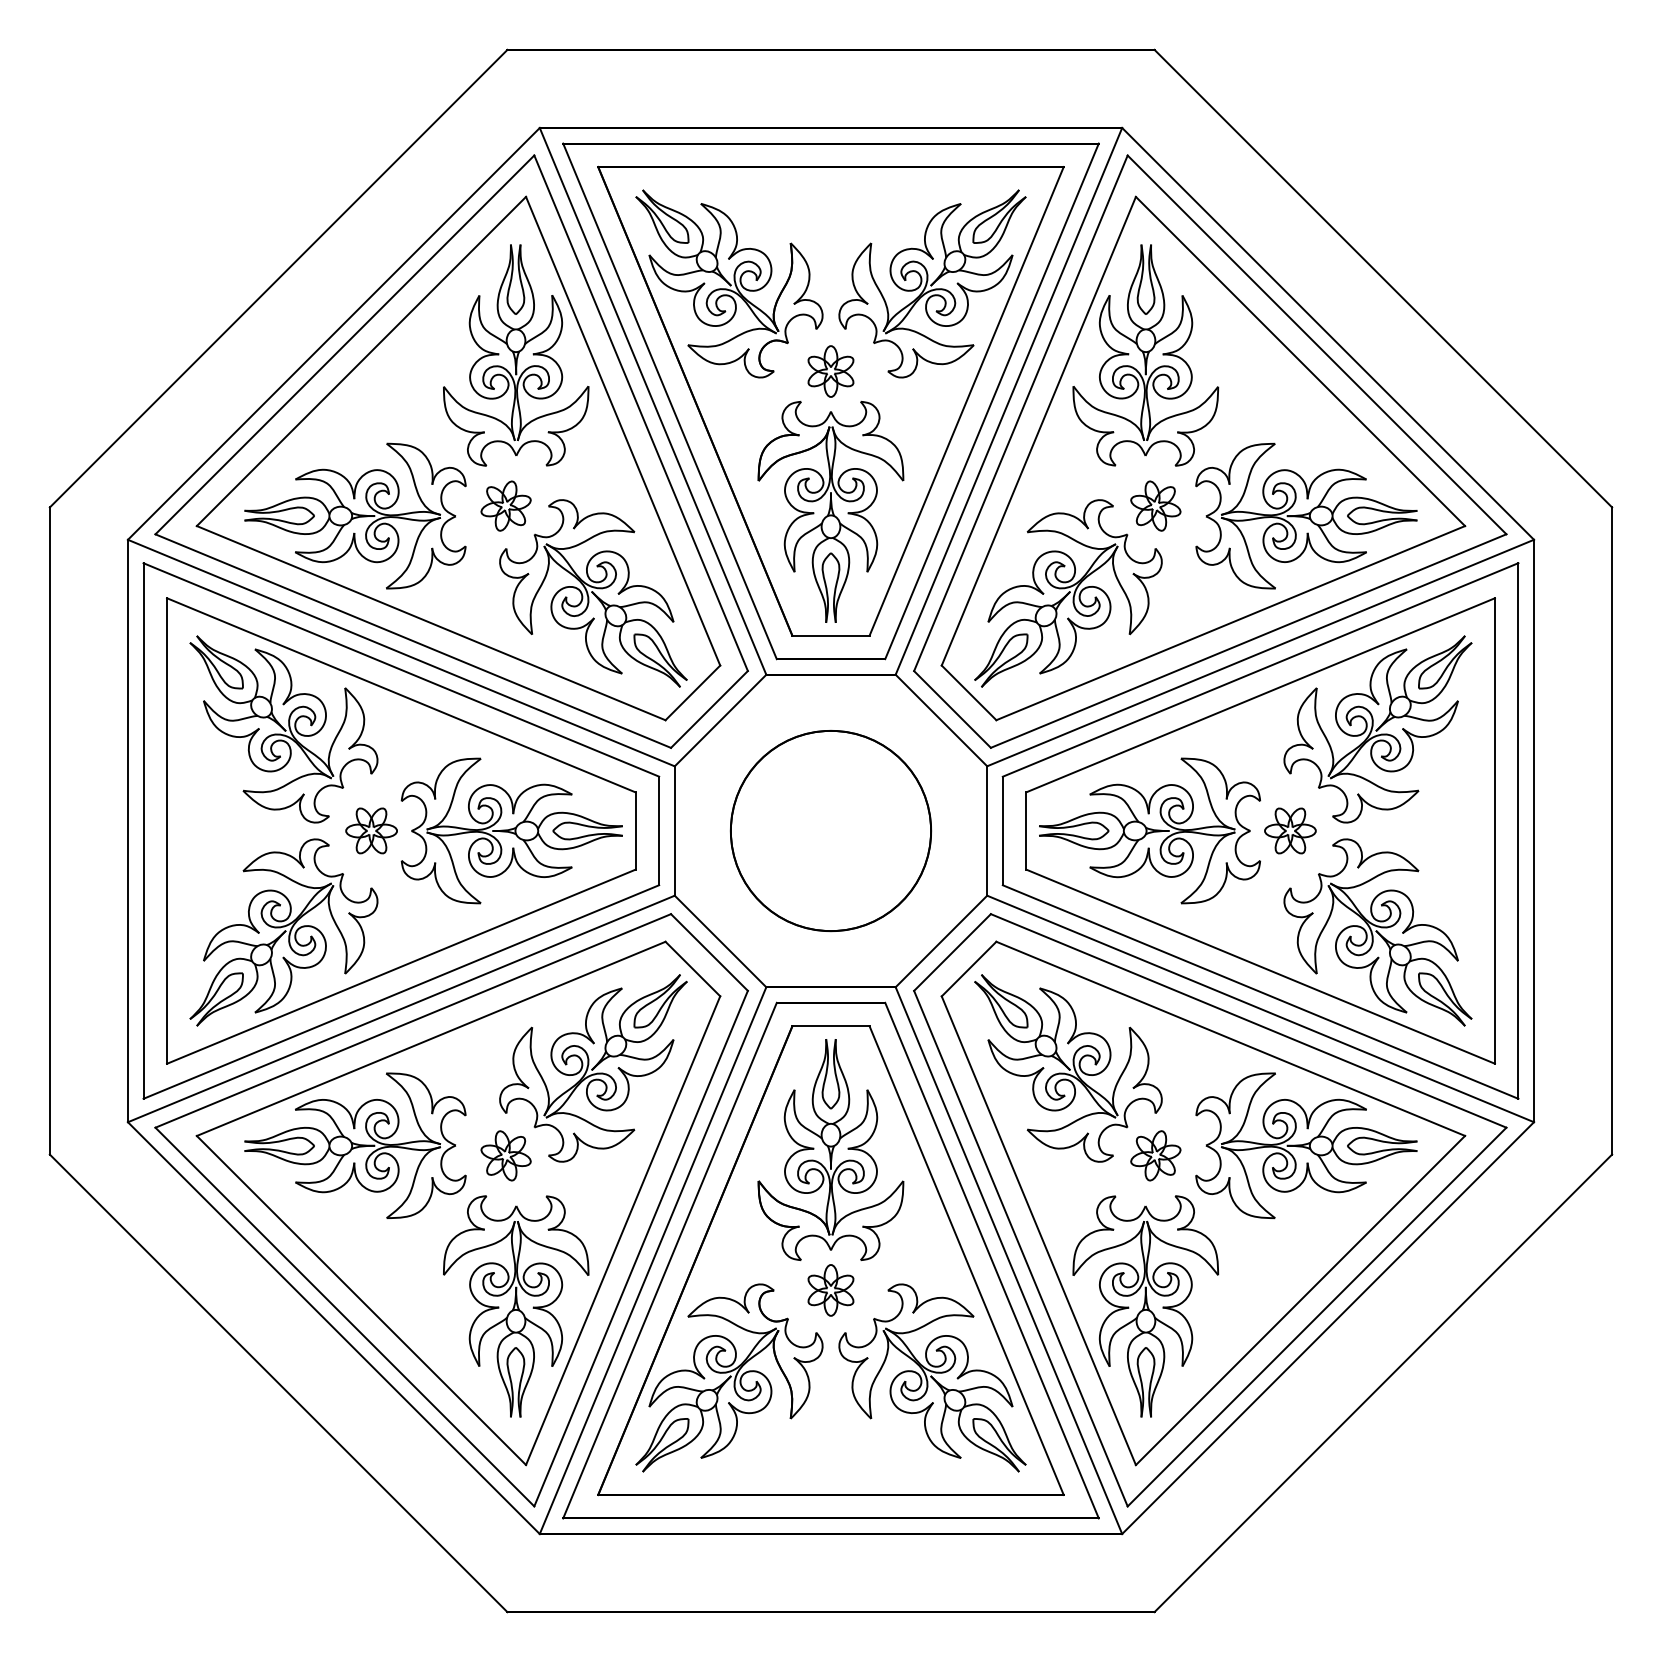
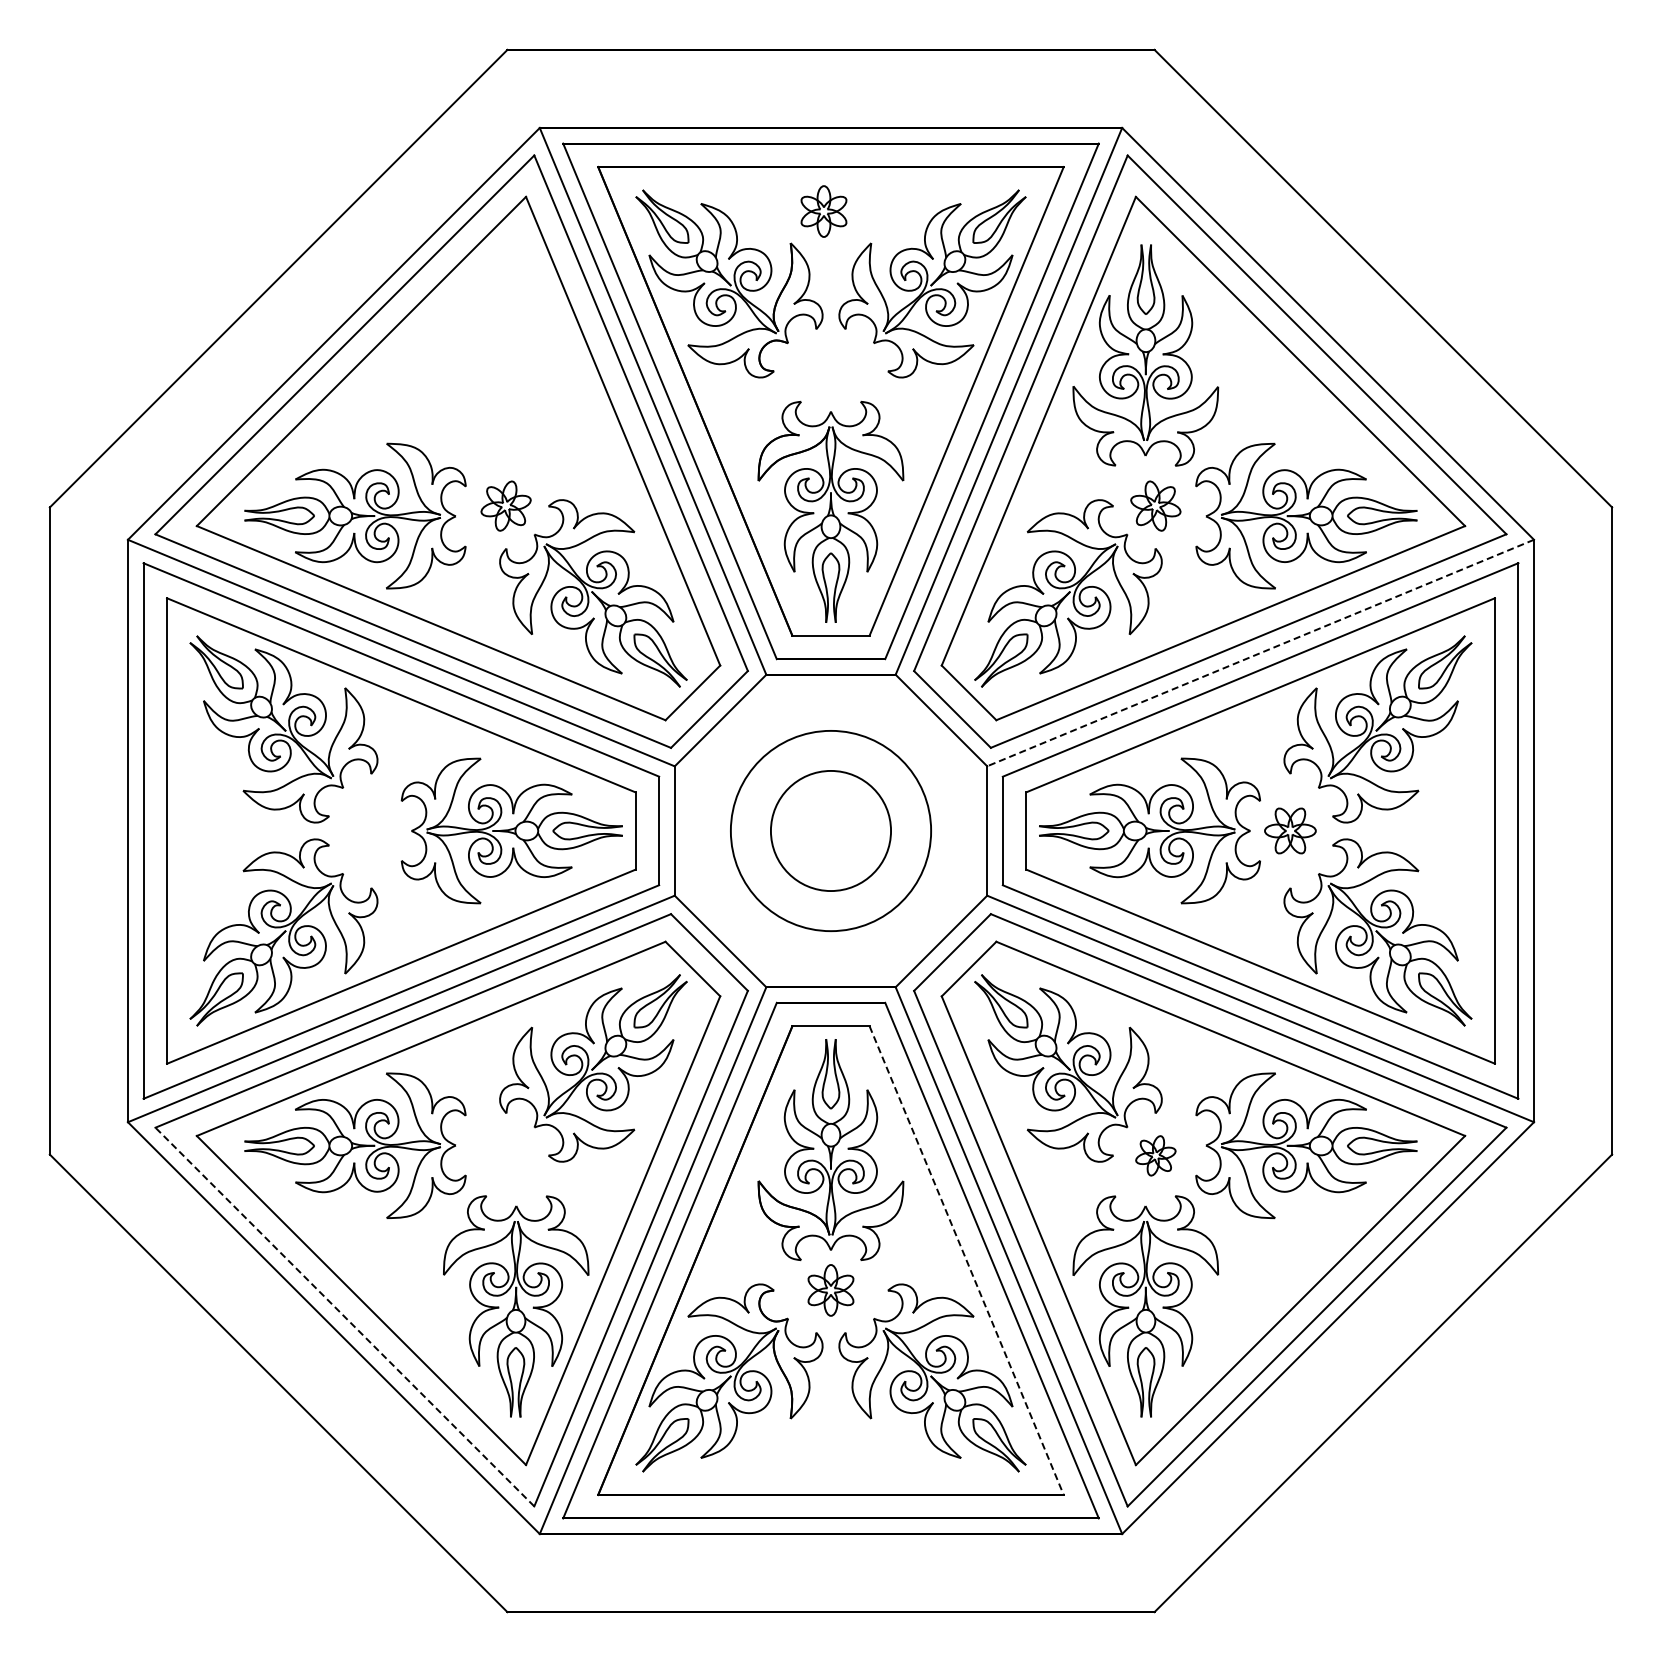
part at (516, 355): present -> none
part at (830, 371) position: (830, 371) -> (823, 211)
line at (1260, 653): solid -> dashed
part at (371, 830): present -> none
circle at (830, 830) diameter: 200 px -> 120 px
part at (505, 1155): present -> none
part at (1155, 1155) size: 52x52 px -> 42x42 px
line at (966, 1260): solid -> dashed
line at (344, 1317): solid -> dashed
